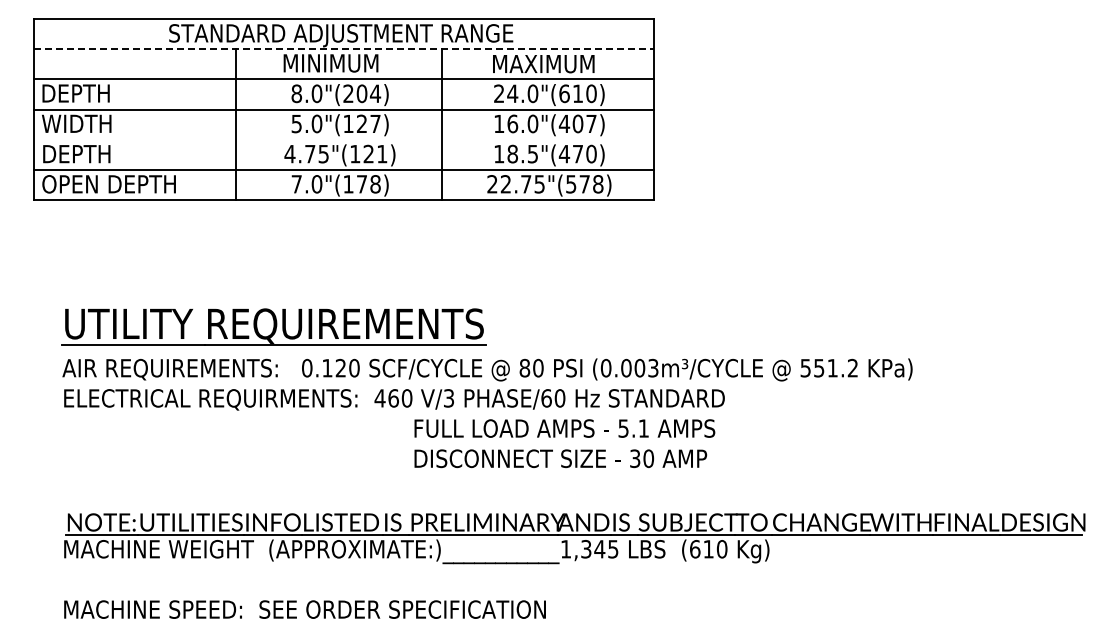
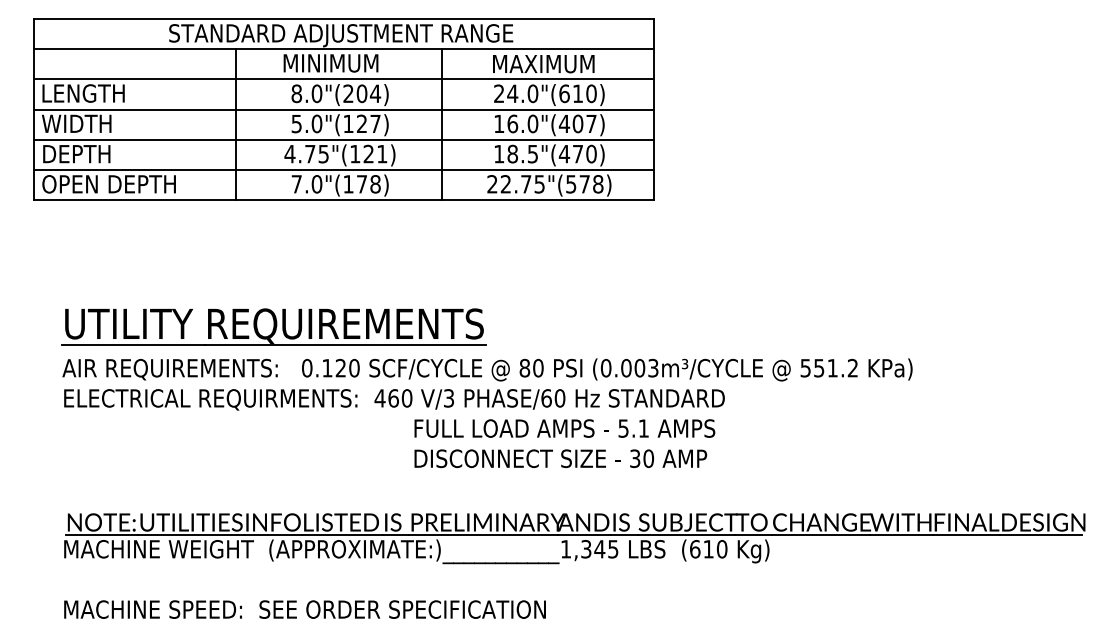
line at (344, 49): dashed -> solid
text at (84, 93): DEPTH -> LENGTH
line at (343, 139): none -> present
